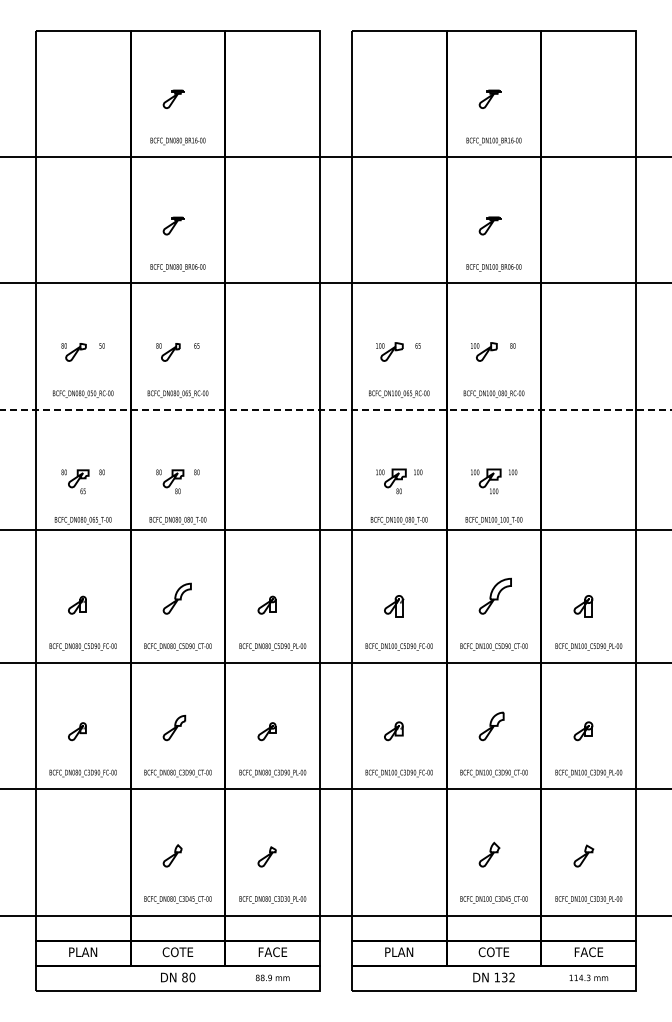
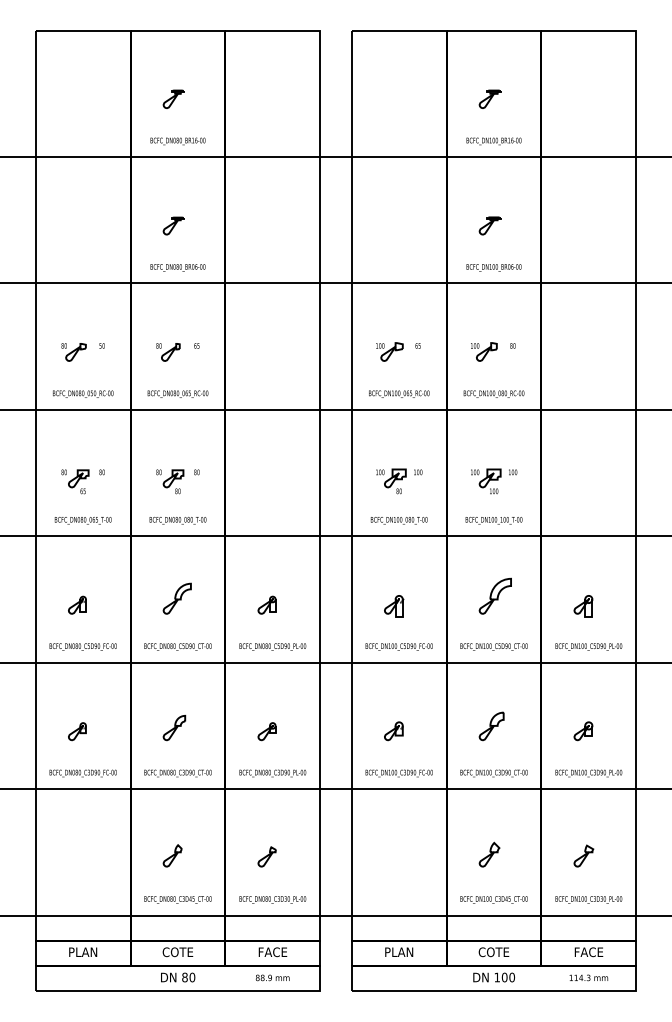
line at (336, 409): dashed -> solid
line at (335, 530) position: (335, 530) -> (335, 536)
text at (508, 977): 132 -> 100
